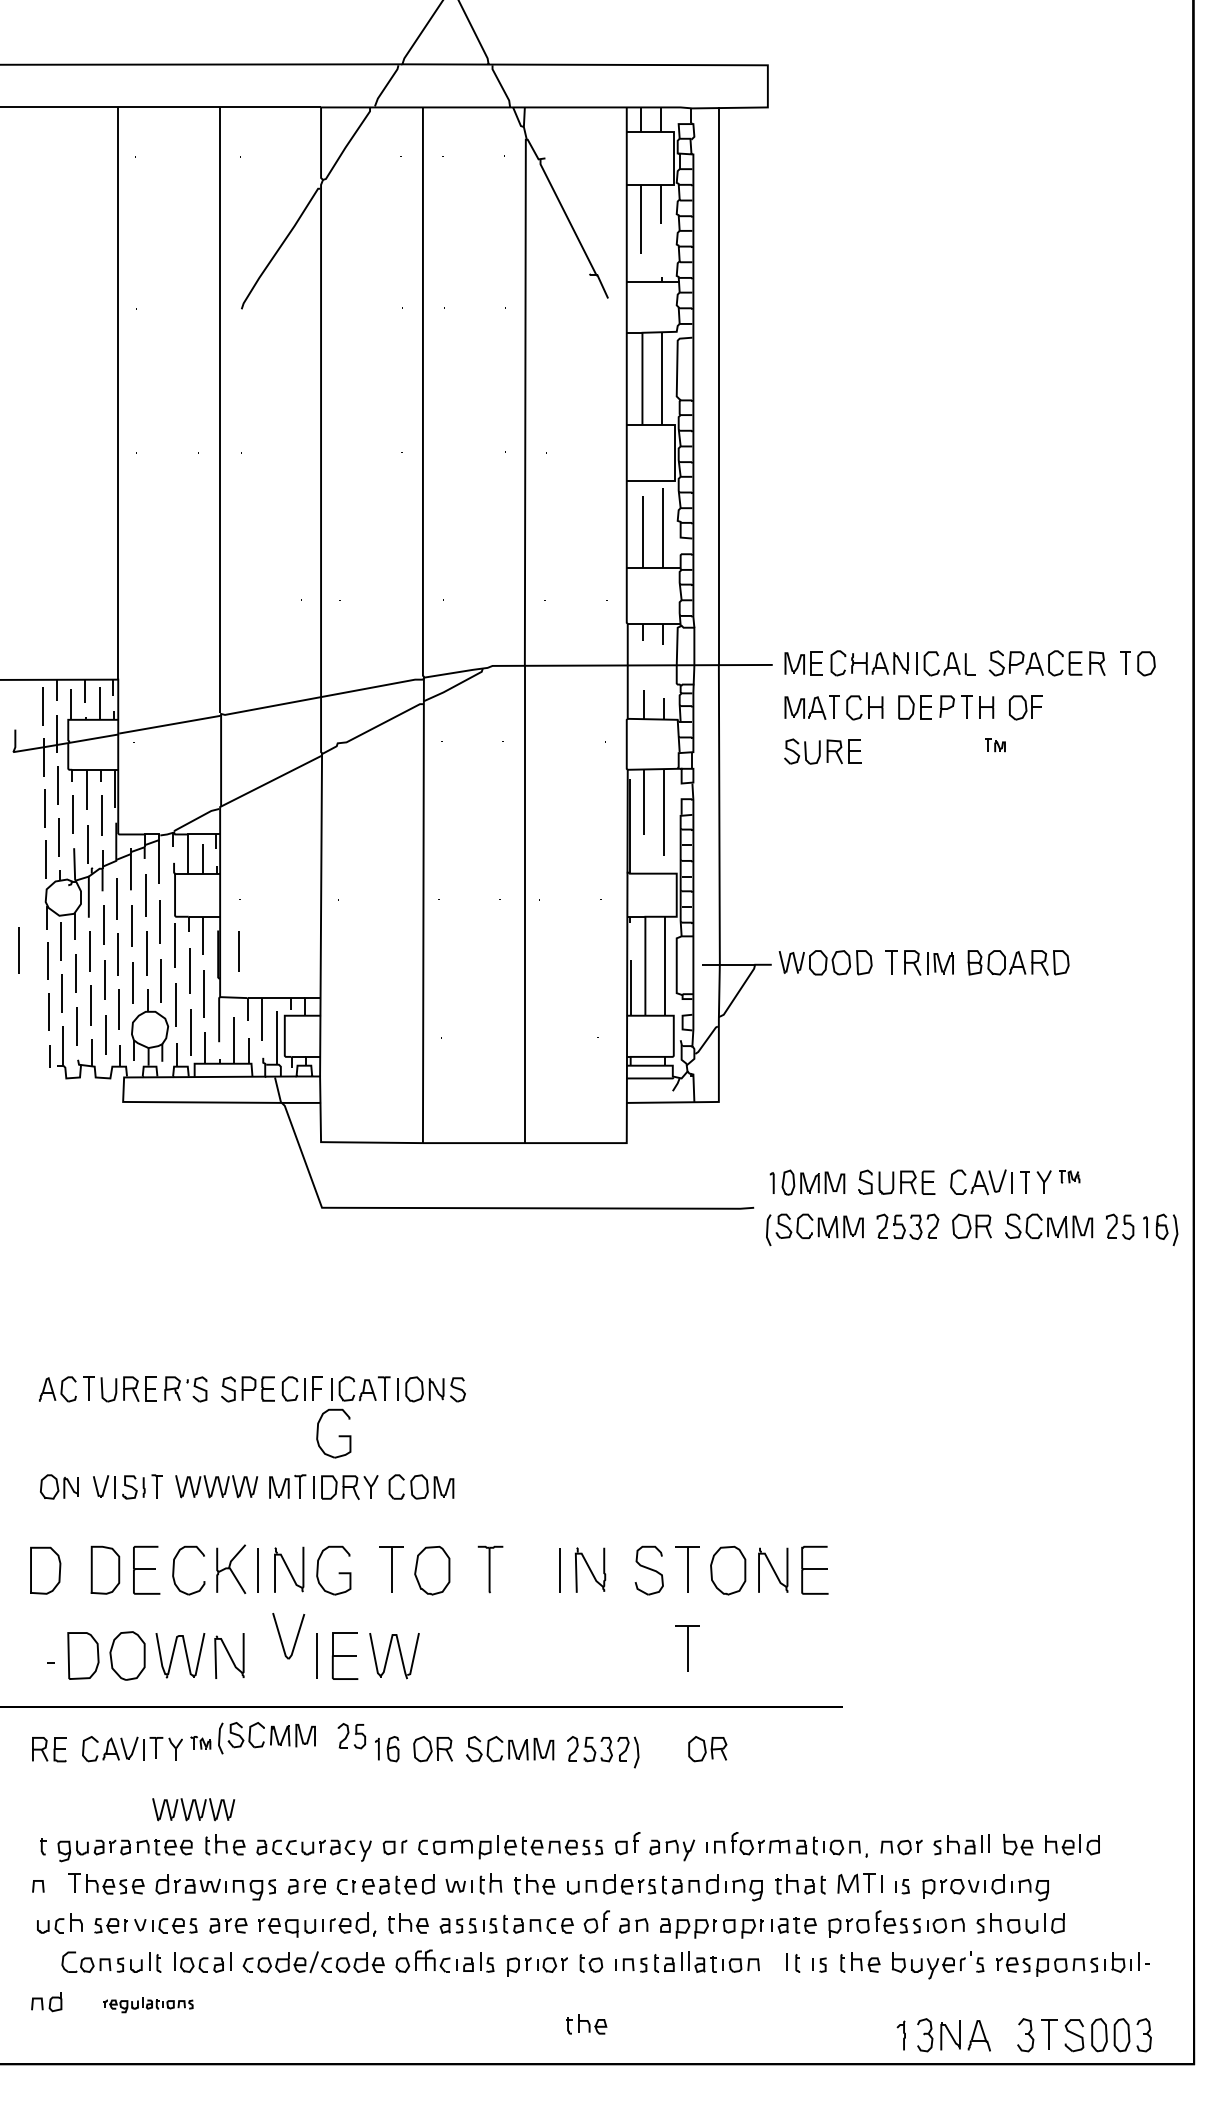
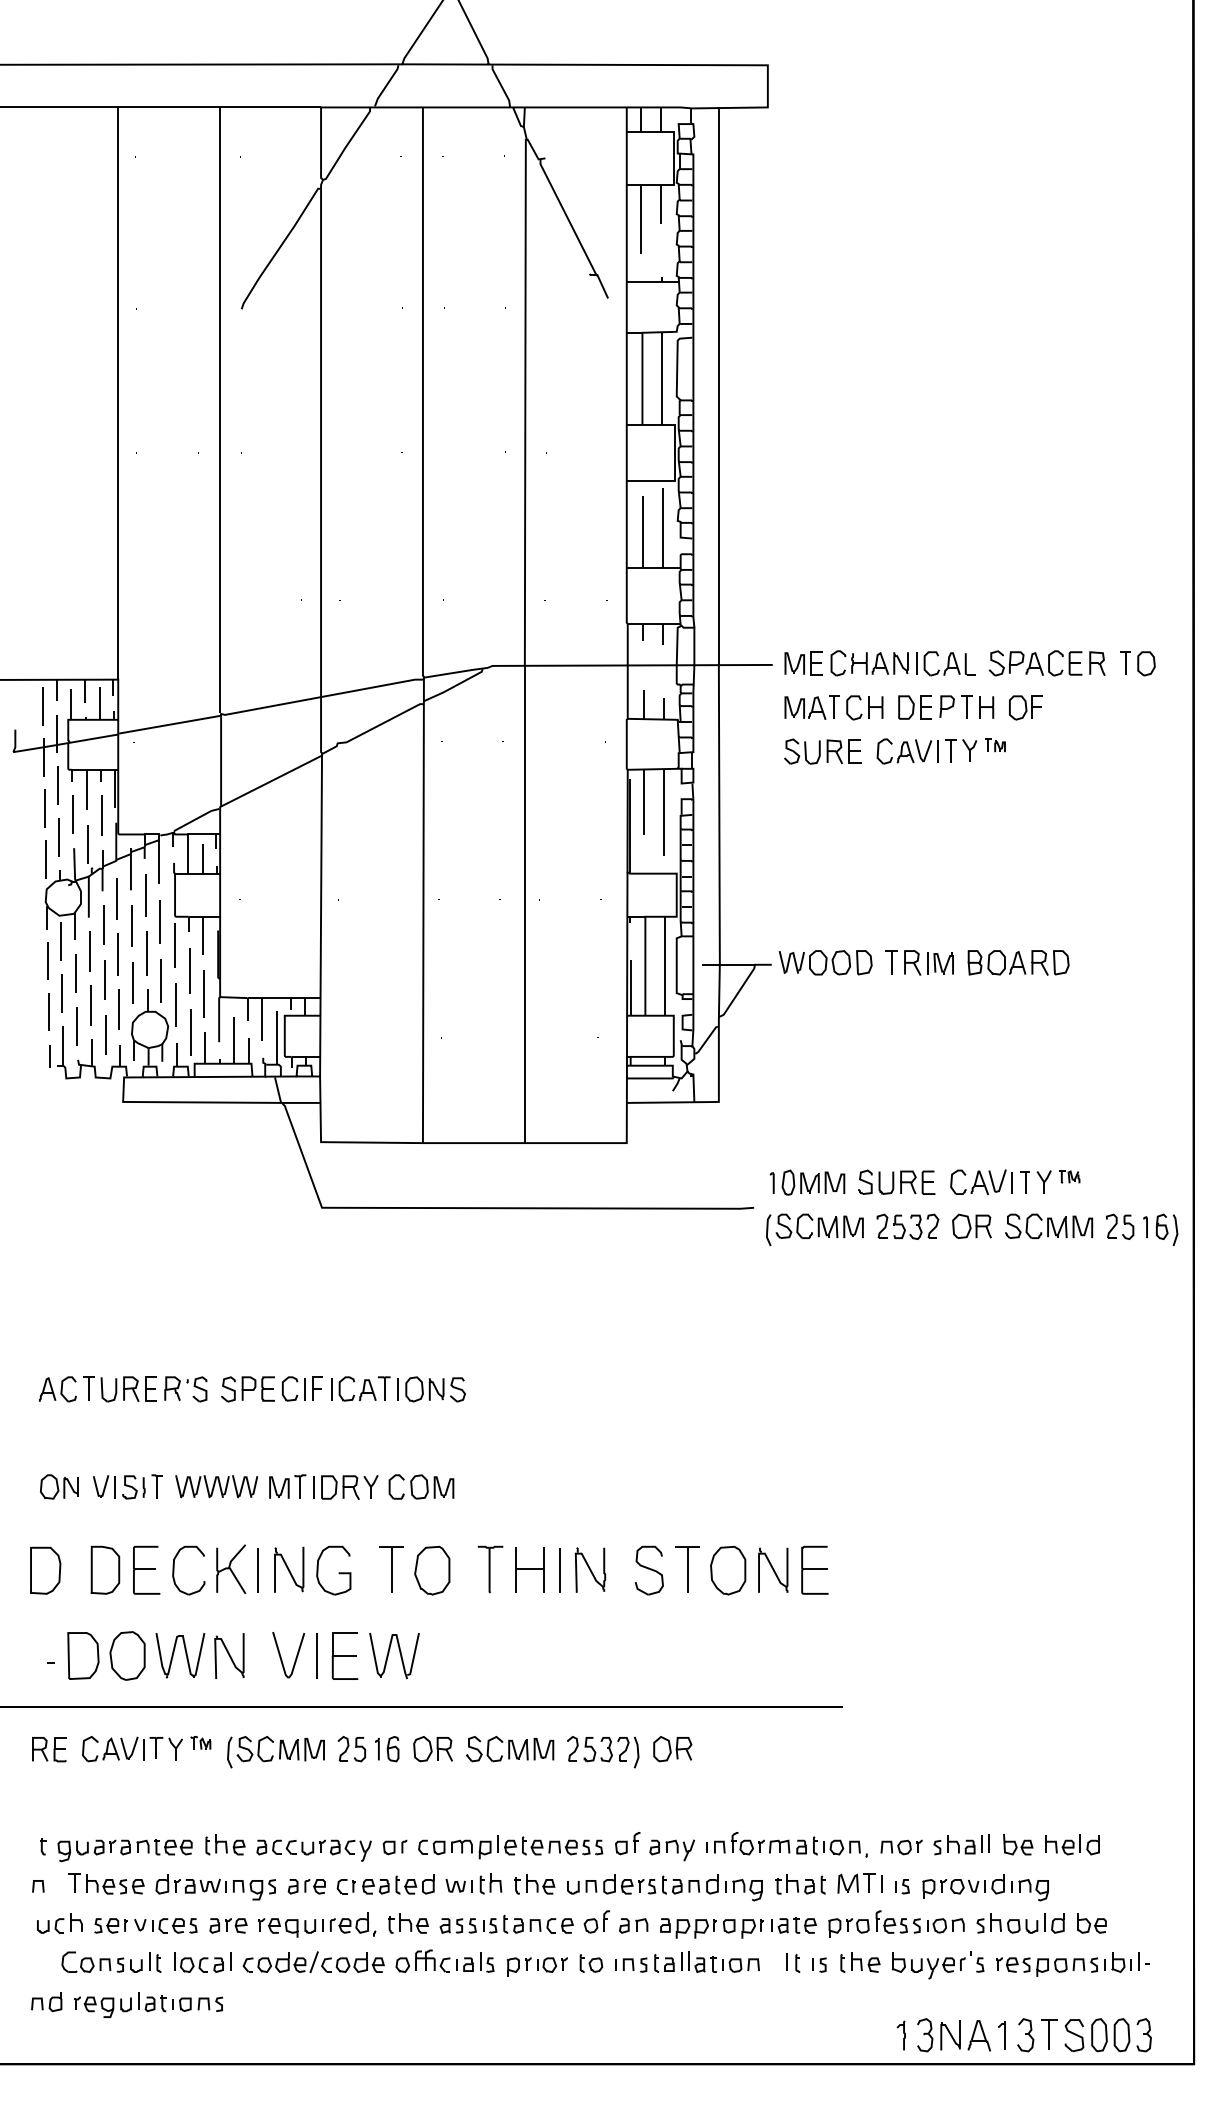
part at (926, 751): none -> present
line at (18, 950): present -> none
line at (238, 951): present -> none
part at (333, 1433): present -> none
part at (529, 1569): none -> present
part at (281, 1637) position: (281, 1637) -> (281, 1656)
part at (687, 1648): present -> none
part at (351, 1736) position: (351, 1736) -> (351, 1749)
part at (266, 1738) position: (266, 1738) -> (275, 1752)
part at (707, 1749) position: (707, 1749) -> (672, 1749)
part at (193, 1809): present -> none
part at (1091, 1923): none -> present
part at (148, 2005) size: 91x17 px -> 149x26 px
part at (586, 2024): present -> none
part at (1001, 2035): none -> present
